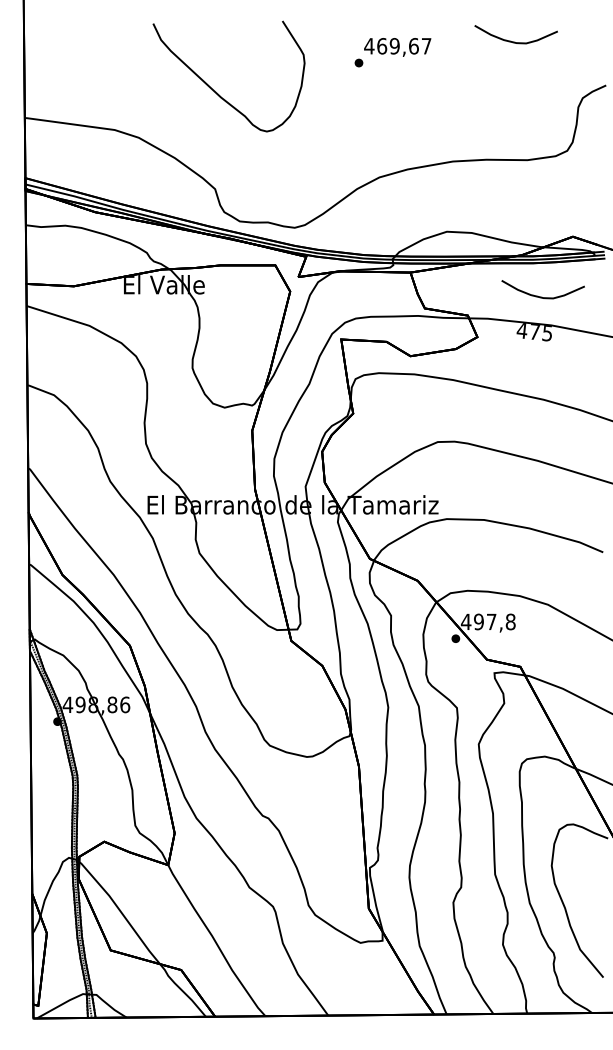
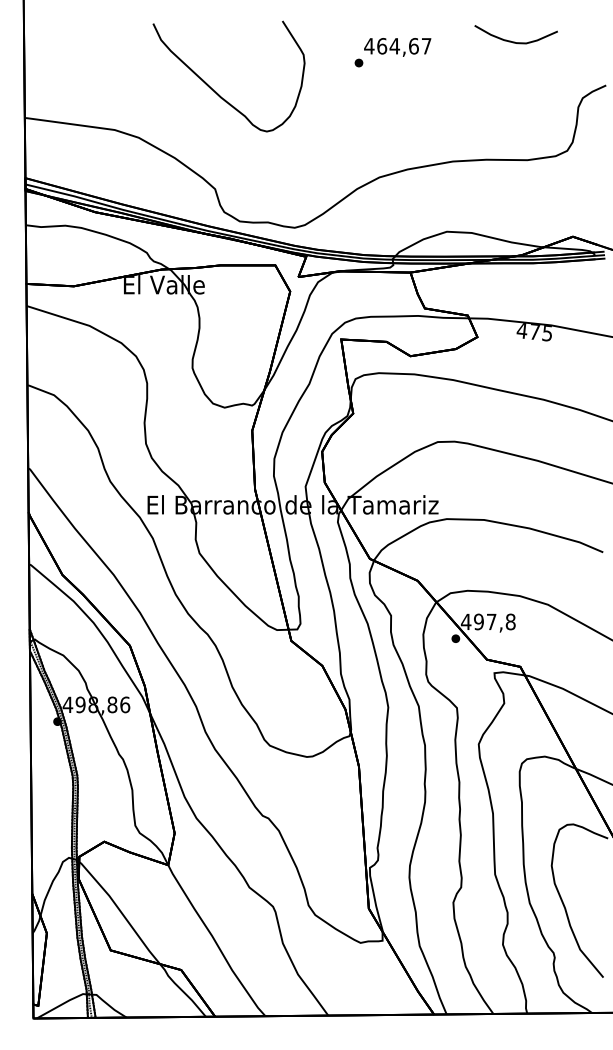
text at (394, 46): 469,67 -> 464,67
curve at (541, 296): present -> none
